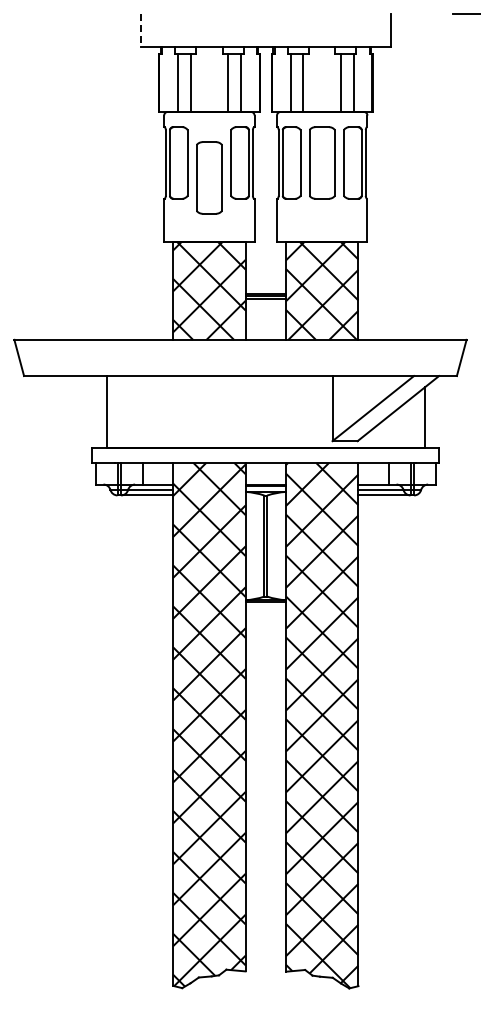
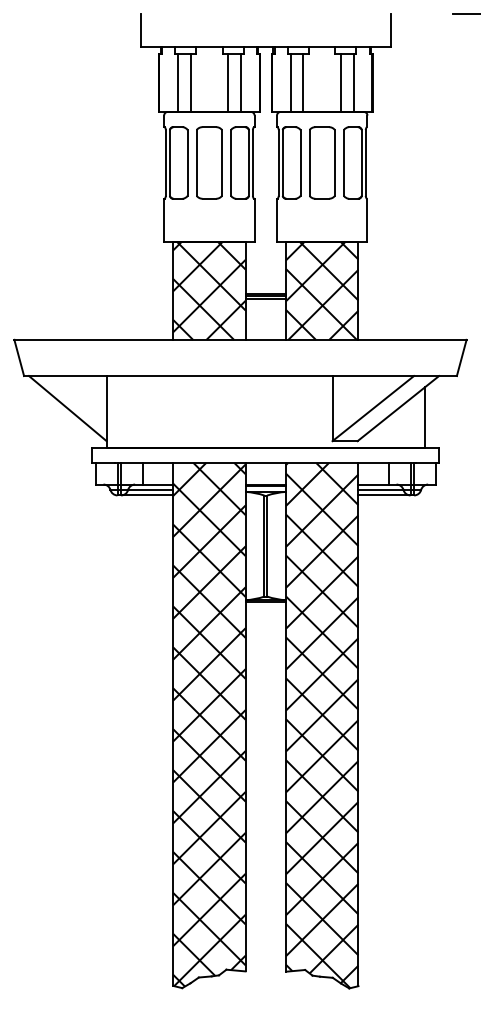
line at (141, 31): dashed -> solid
part at (209, 177) position: (209, 177) -> (209, 162)
line at (67, 408): none -> present
